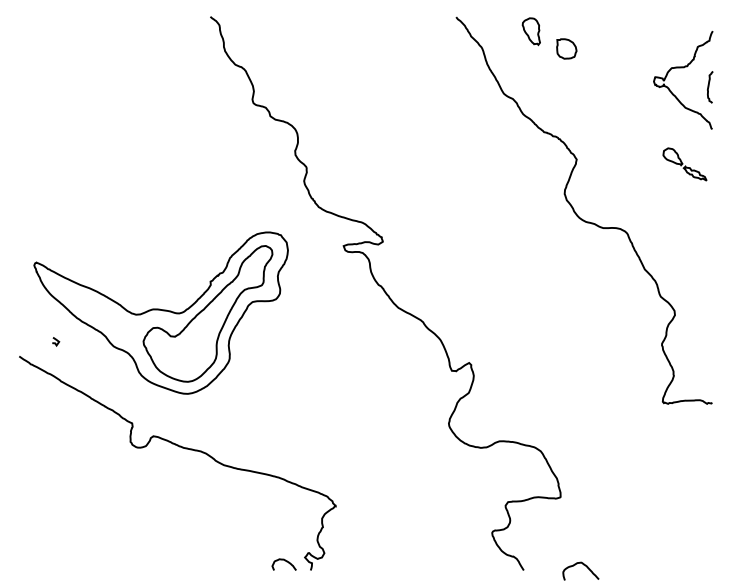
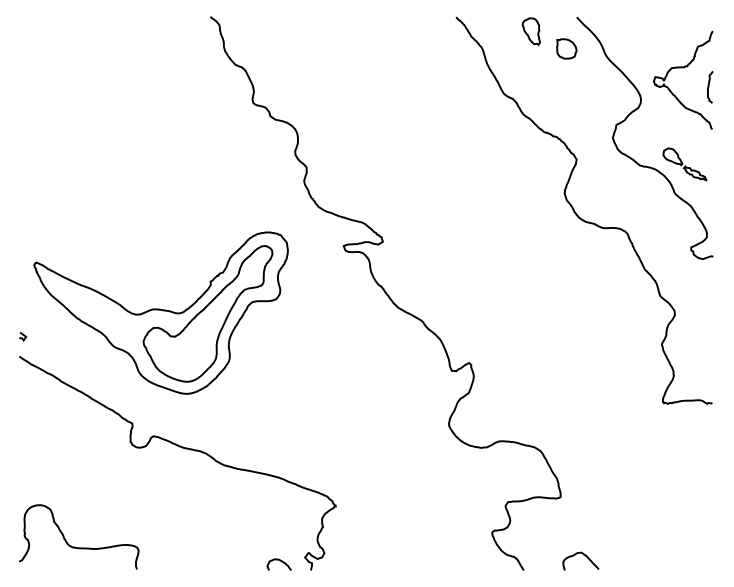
curve at (630, 156): none -> present
curve at (56, 341) position: (56, 341) -> (23, 336)
curve at (75, 546): none -> present
curve at (284, 561) position: (284, 561) -> (279, 561)
curve at (583, 565) position: (583, 565) -> (583, 555)
